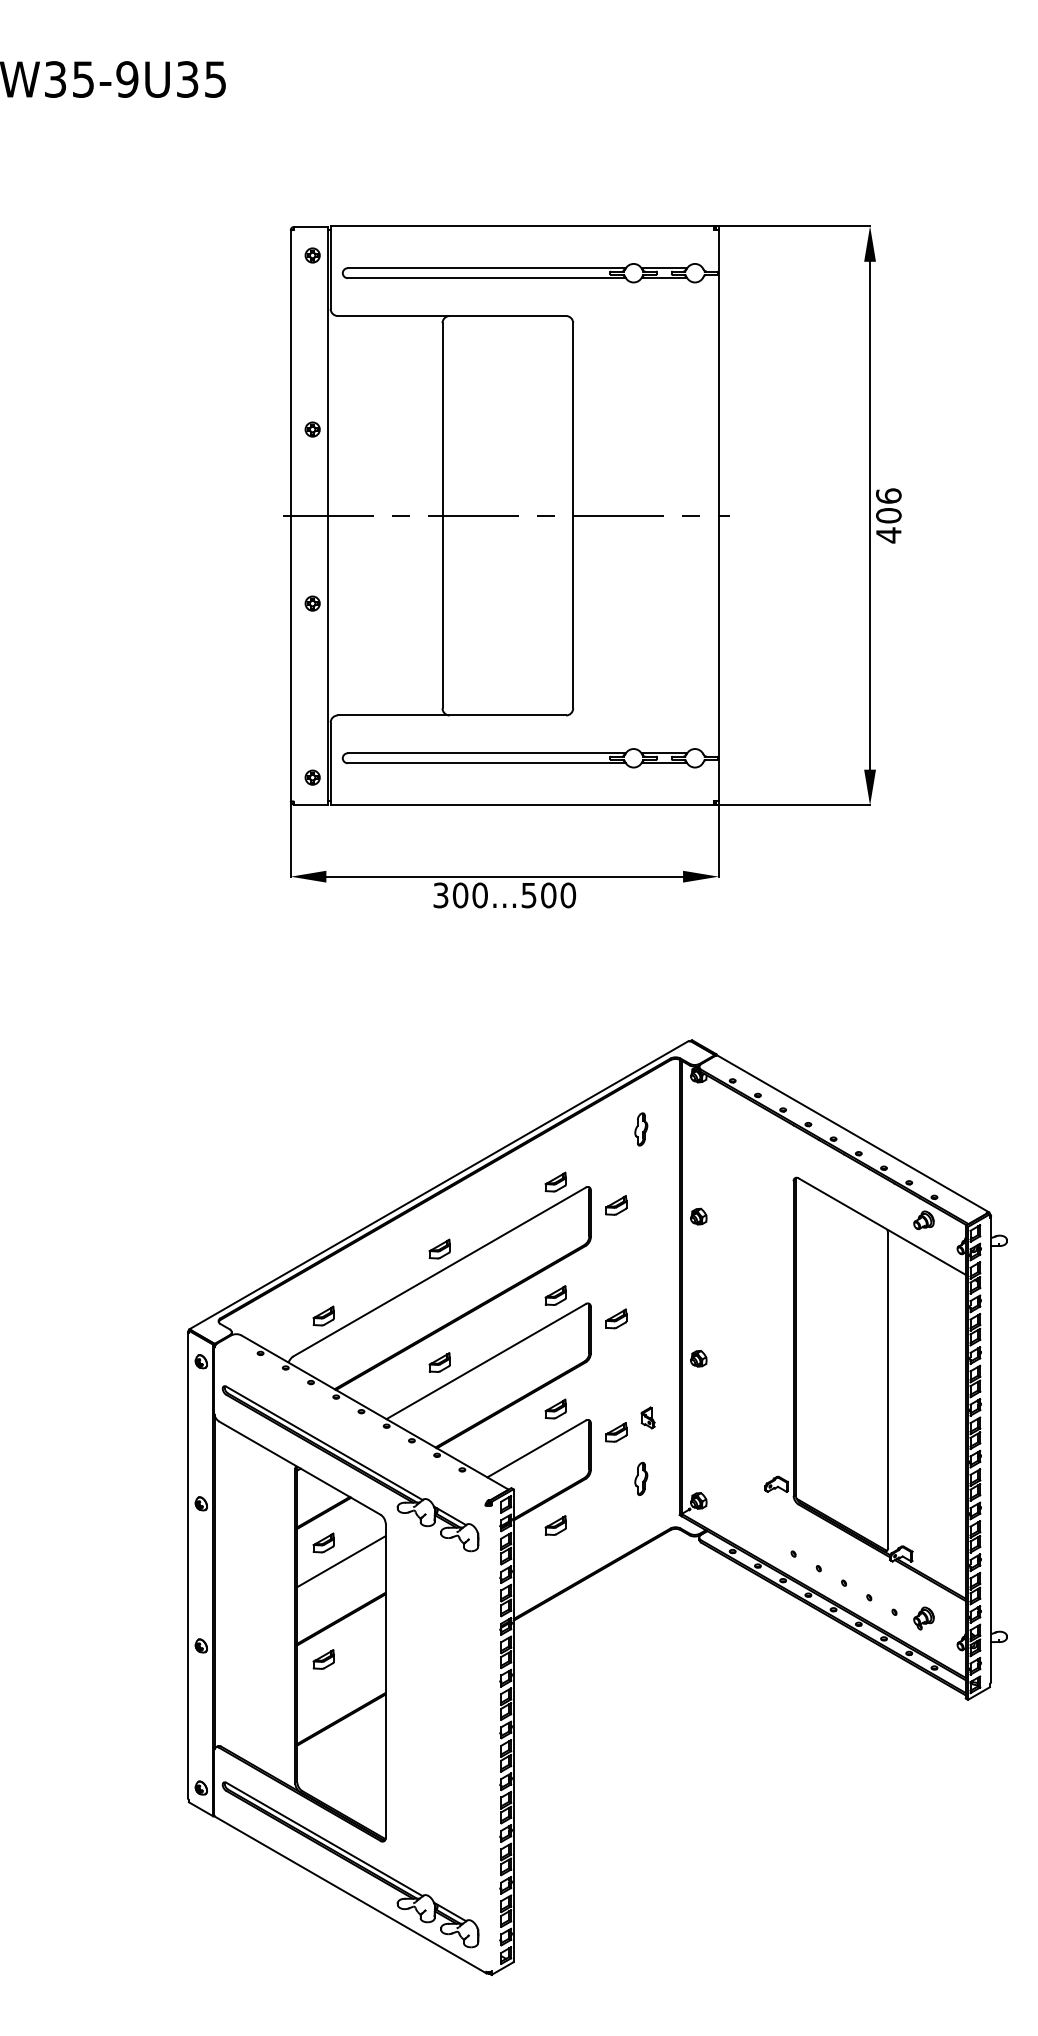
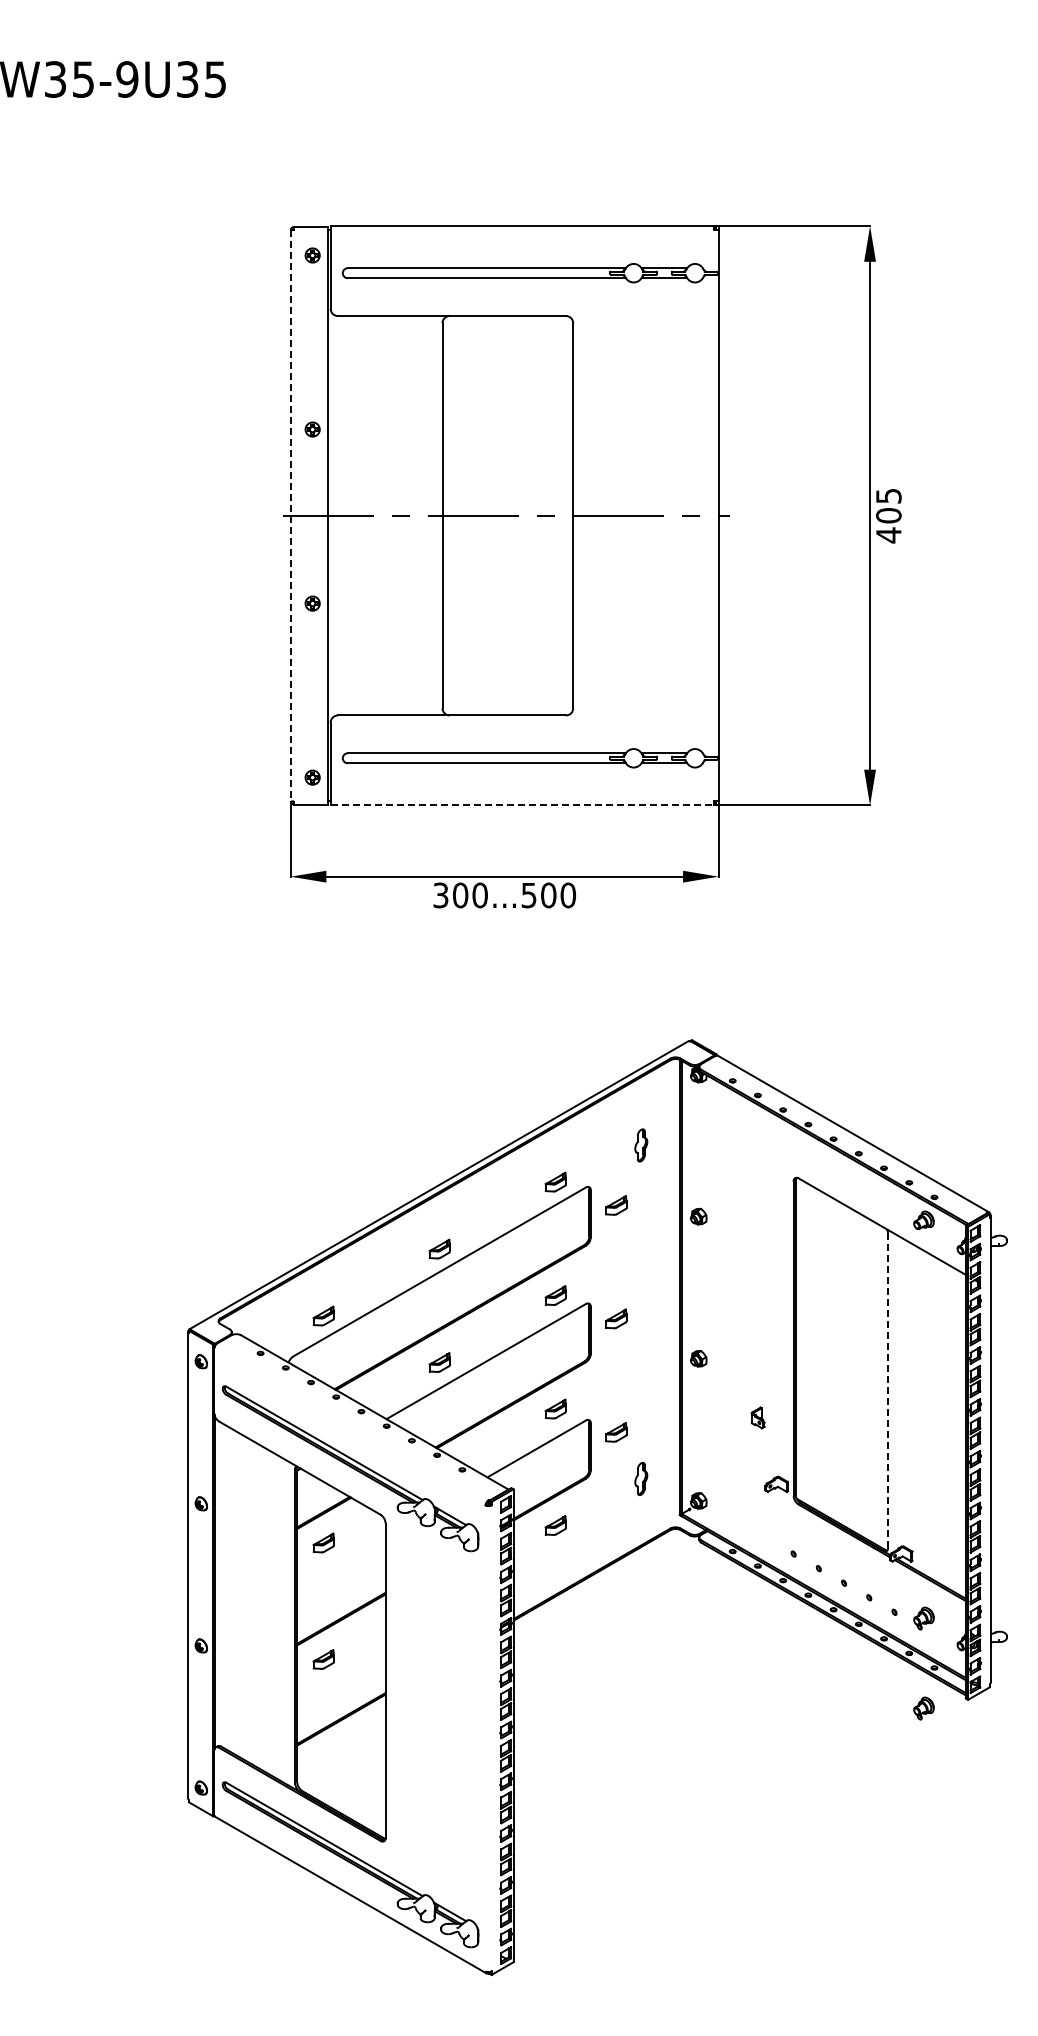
text at (888, 495): 406 -> 405
line at (290, 516): solid -> dashed
line at (522, 805): solid -> dashed
part at (641, 1129) position: (641, 1129) -> (641, 1145)
line at (888, 1390): solid -> dashed
part at (647, 1417) position: (647, 1417) -> (757, 1417)
line at (341, 1561): present -> none
part at (923, 1708): none -> present
